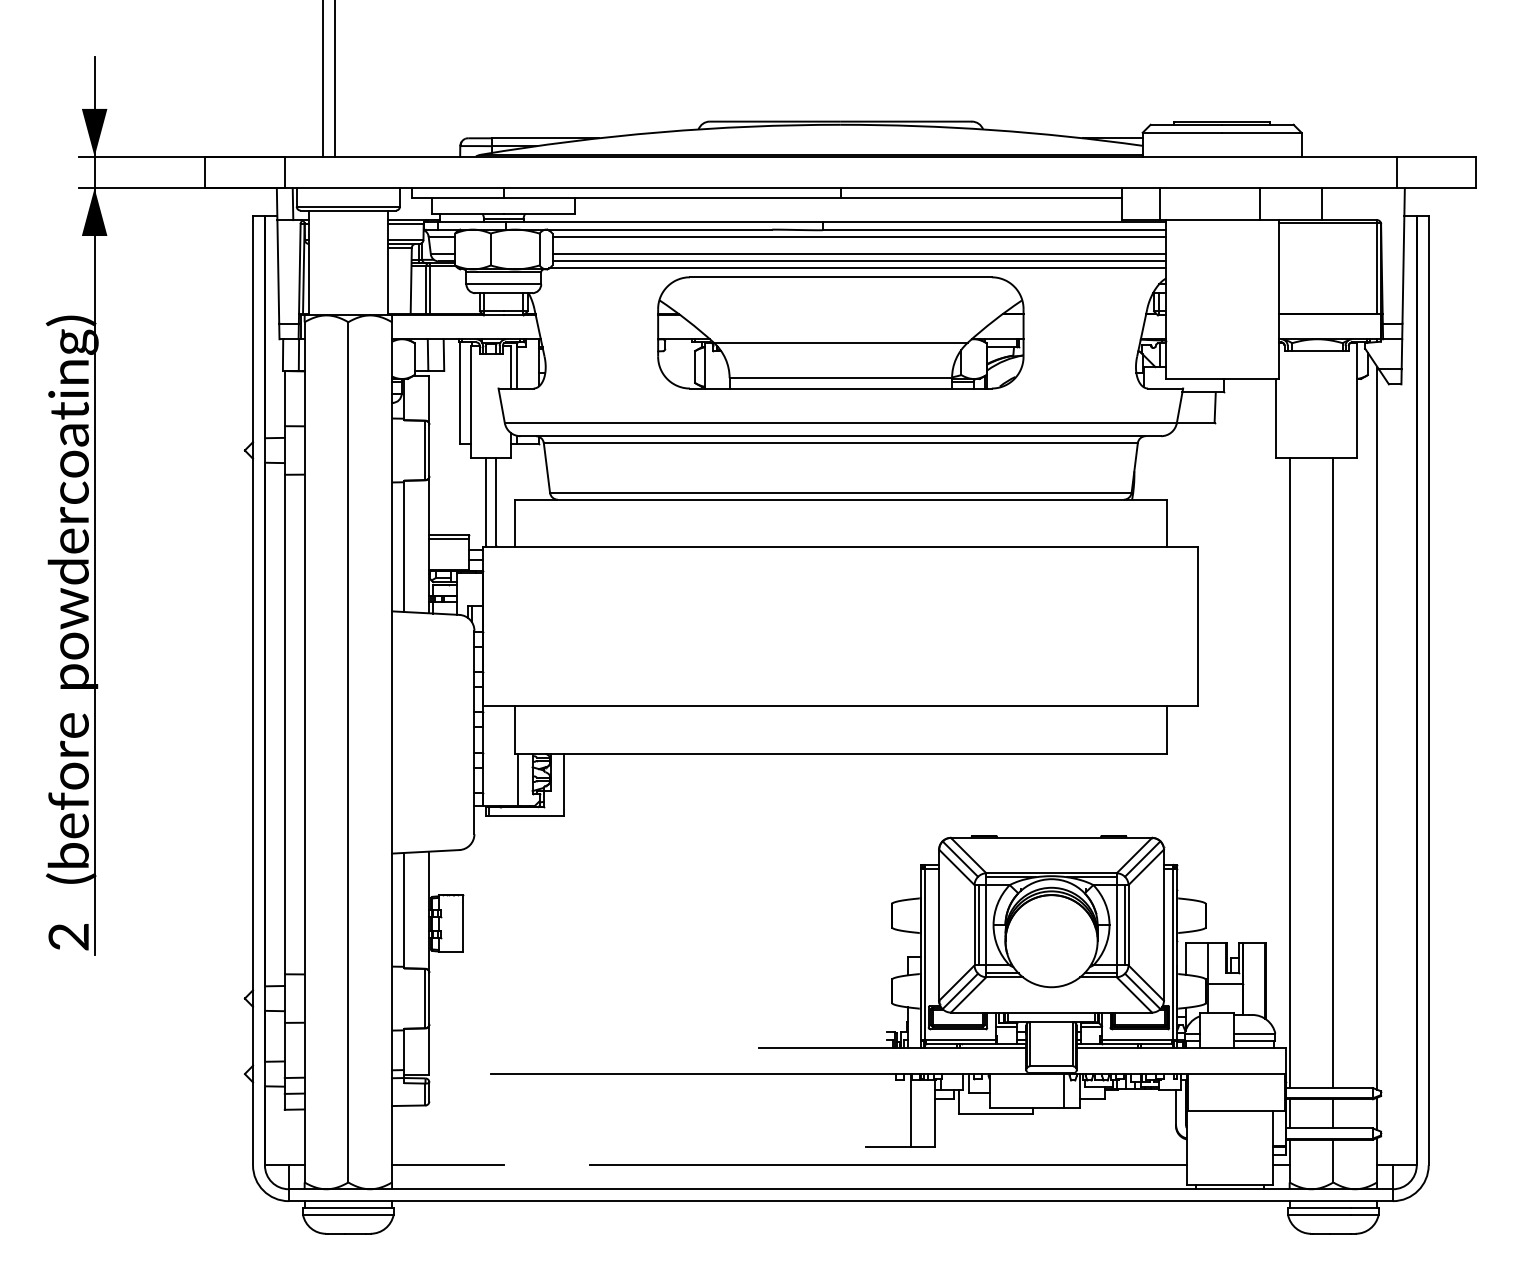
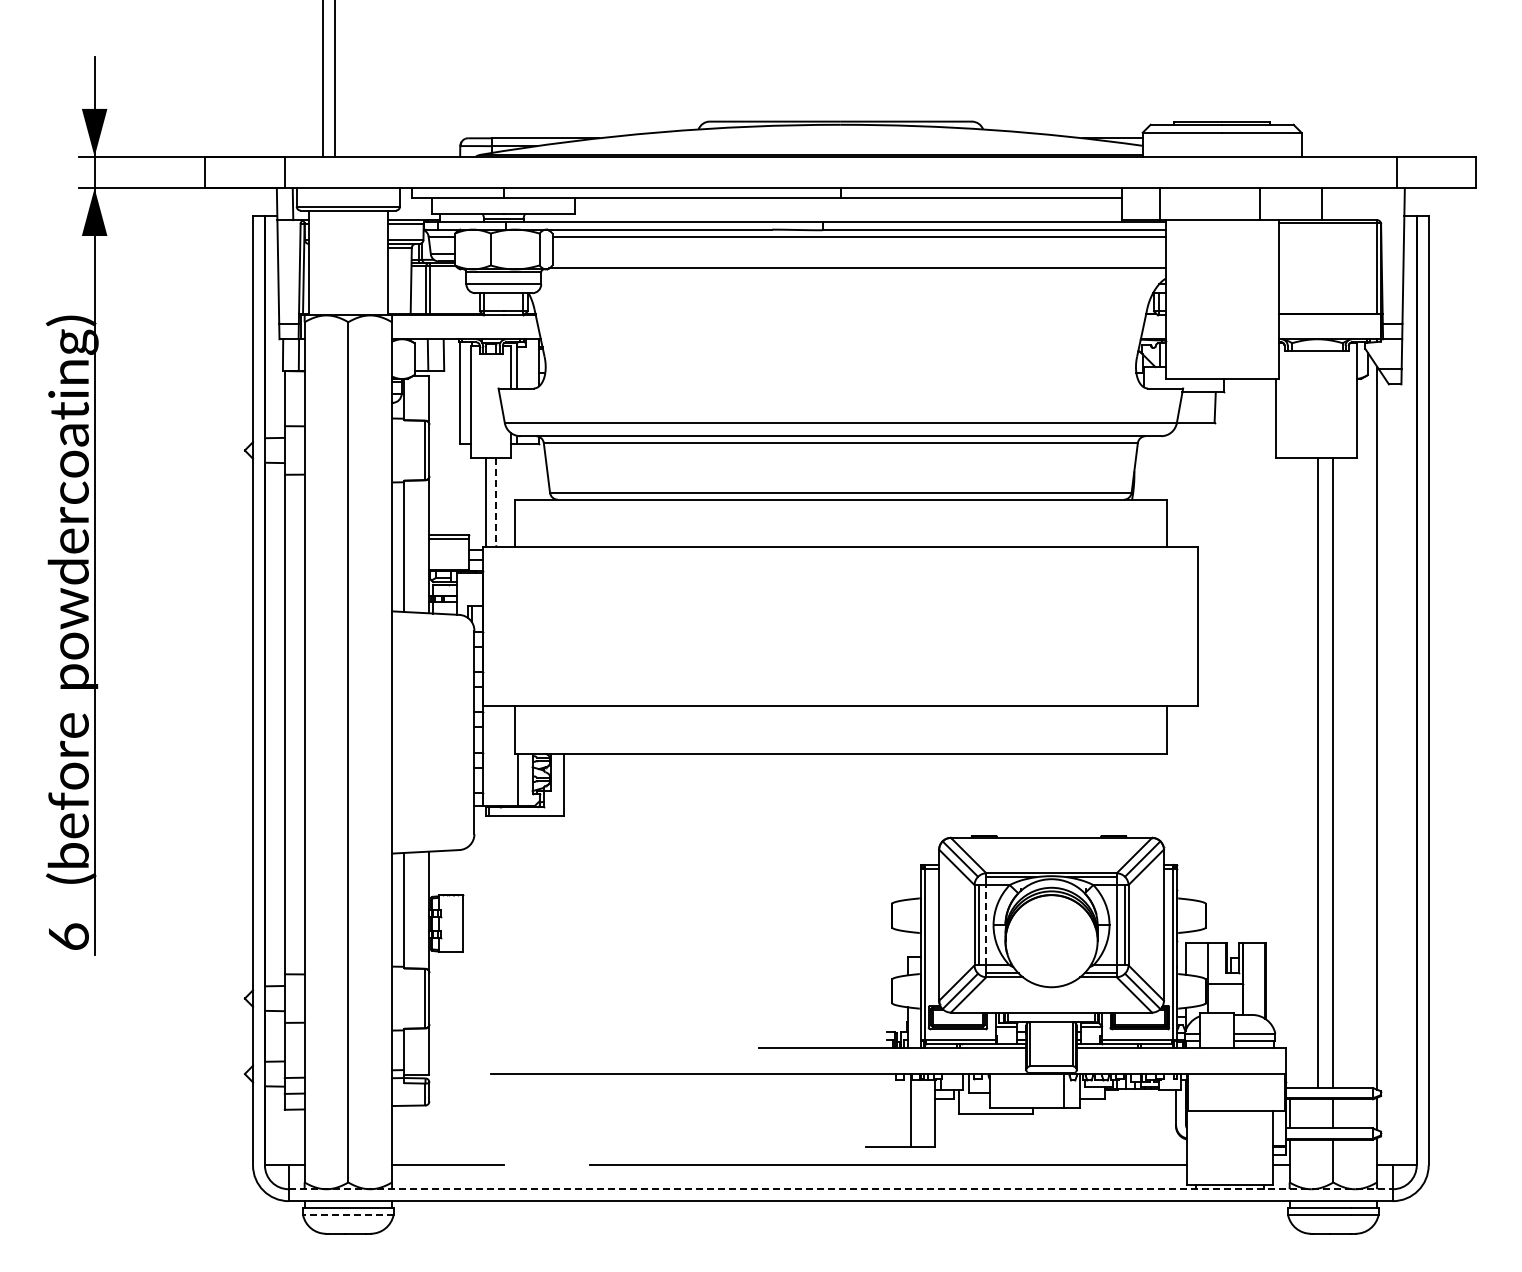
line at (858, 254): present -> none
line at (858, 261): present -> none
part at (840, 332): present -> none
line at (496, 502): solid -> dashed
line at (1289, 772) position: (1289, 772) -> (1317, 772)
line at (986, 924): solid -> dashed
text at (68, 936): 2 -> 6
line at (841, 1189): solid -> dashed
line at (347, 1215): solid -> dashed
